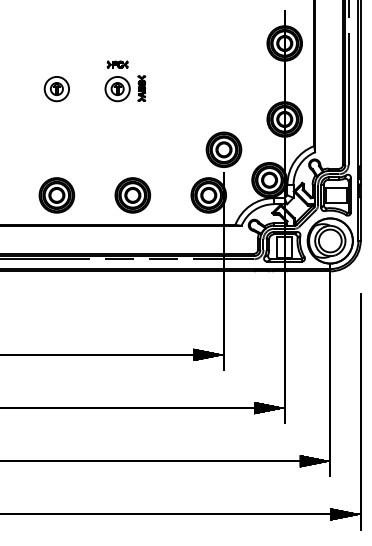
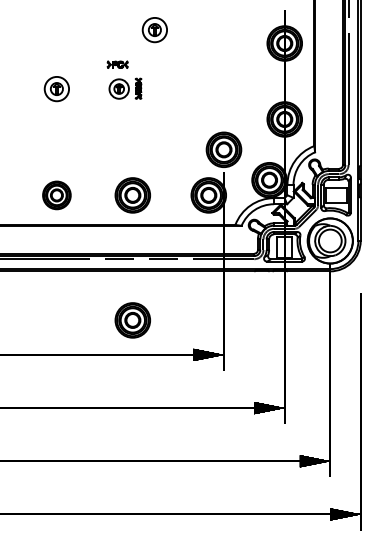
part at (154, 30): none -> present
part at (125, 88) size: 43x28 px -> 35x23 px
part at (56, 195) size: 38x37 px -> 30x31 px
part at (132, 320): none -> present
